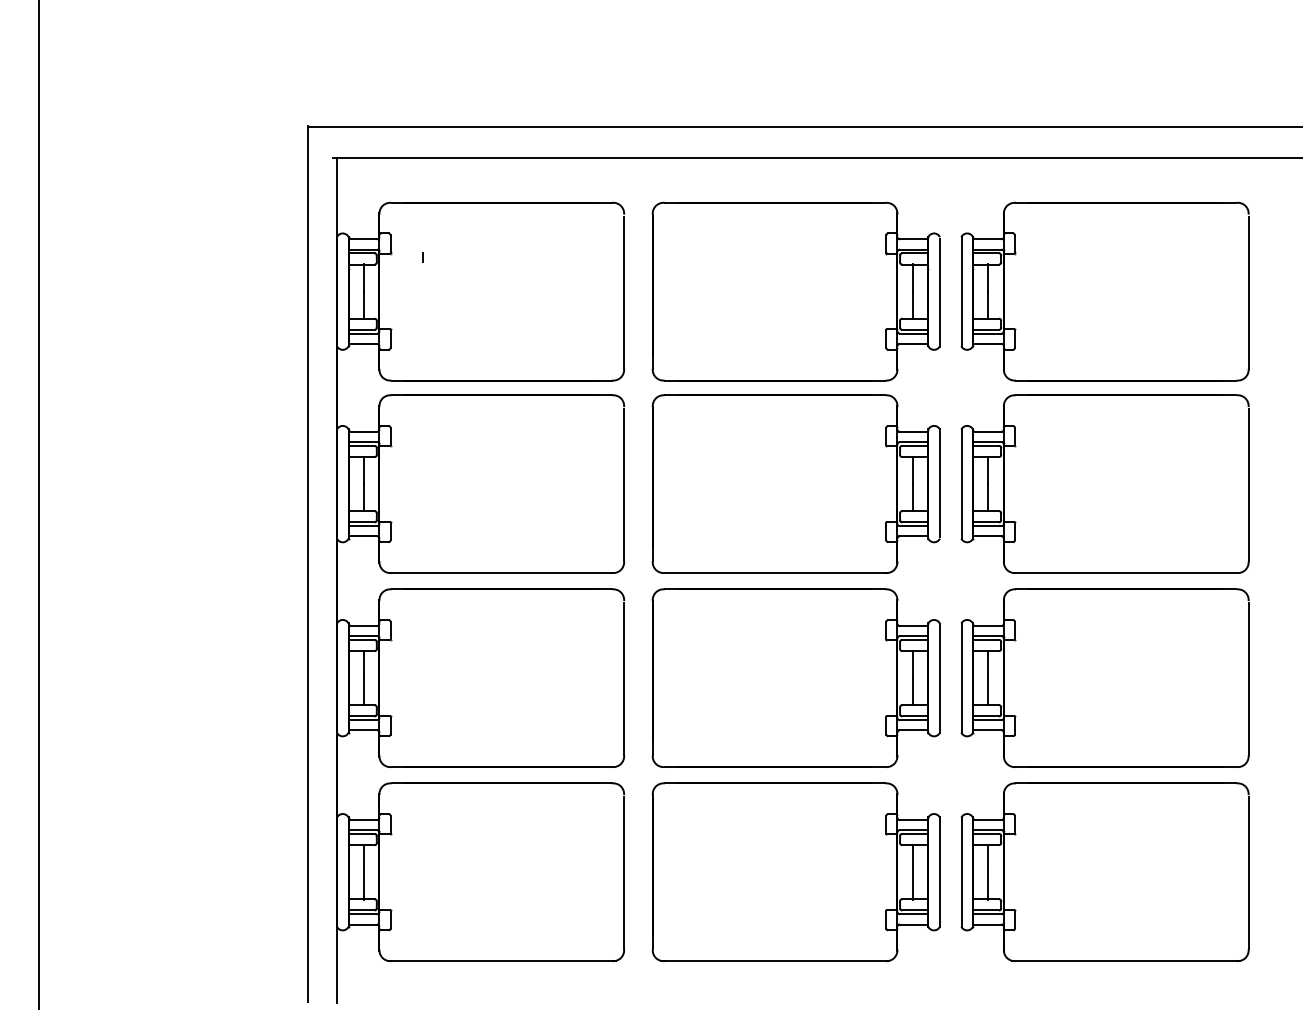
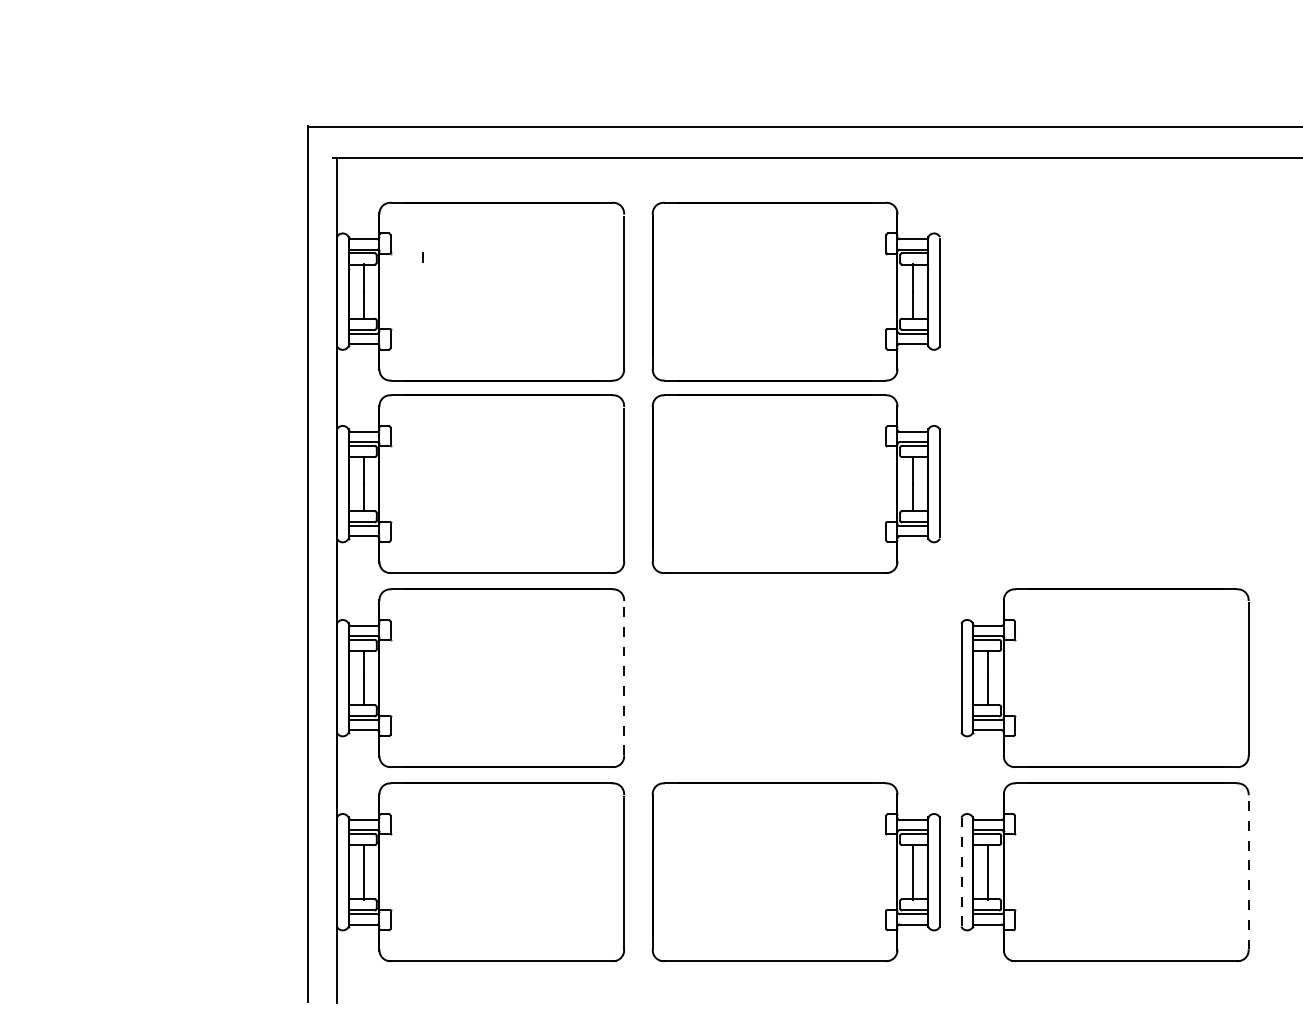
part at (1104, 203): present -> none
part at (1104, 395): present -> none
line at (39, 504): present -> none
part at (795, 677): present -> none
line at (624, 678): solid -> dashed
line at (961, 872): solid -> dashed
line at (1248, 872): solid -> dashed
